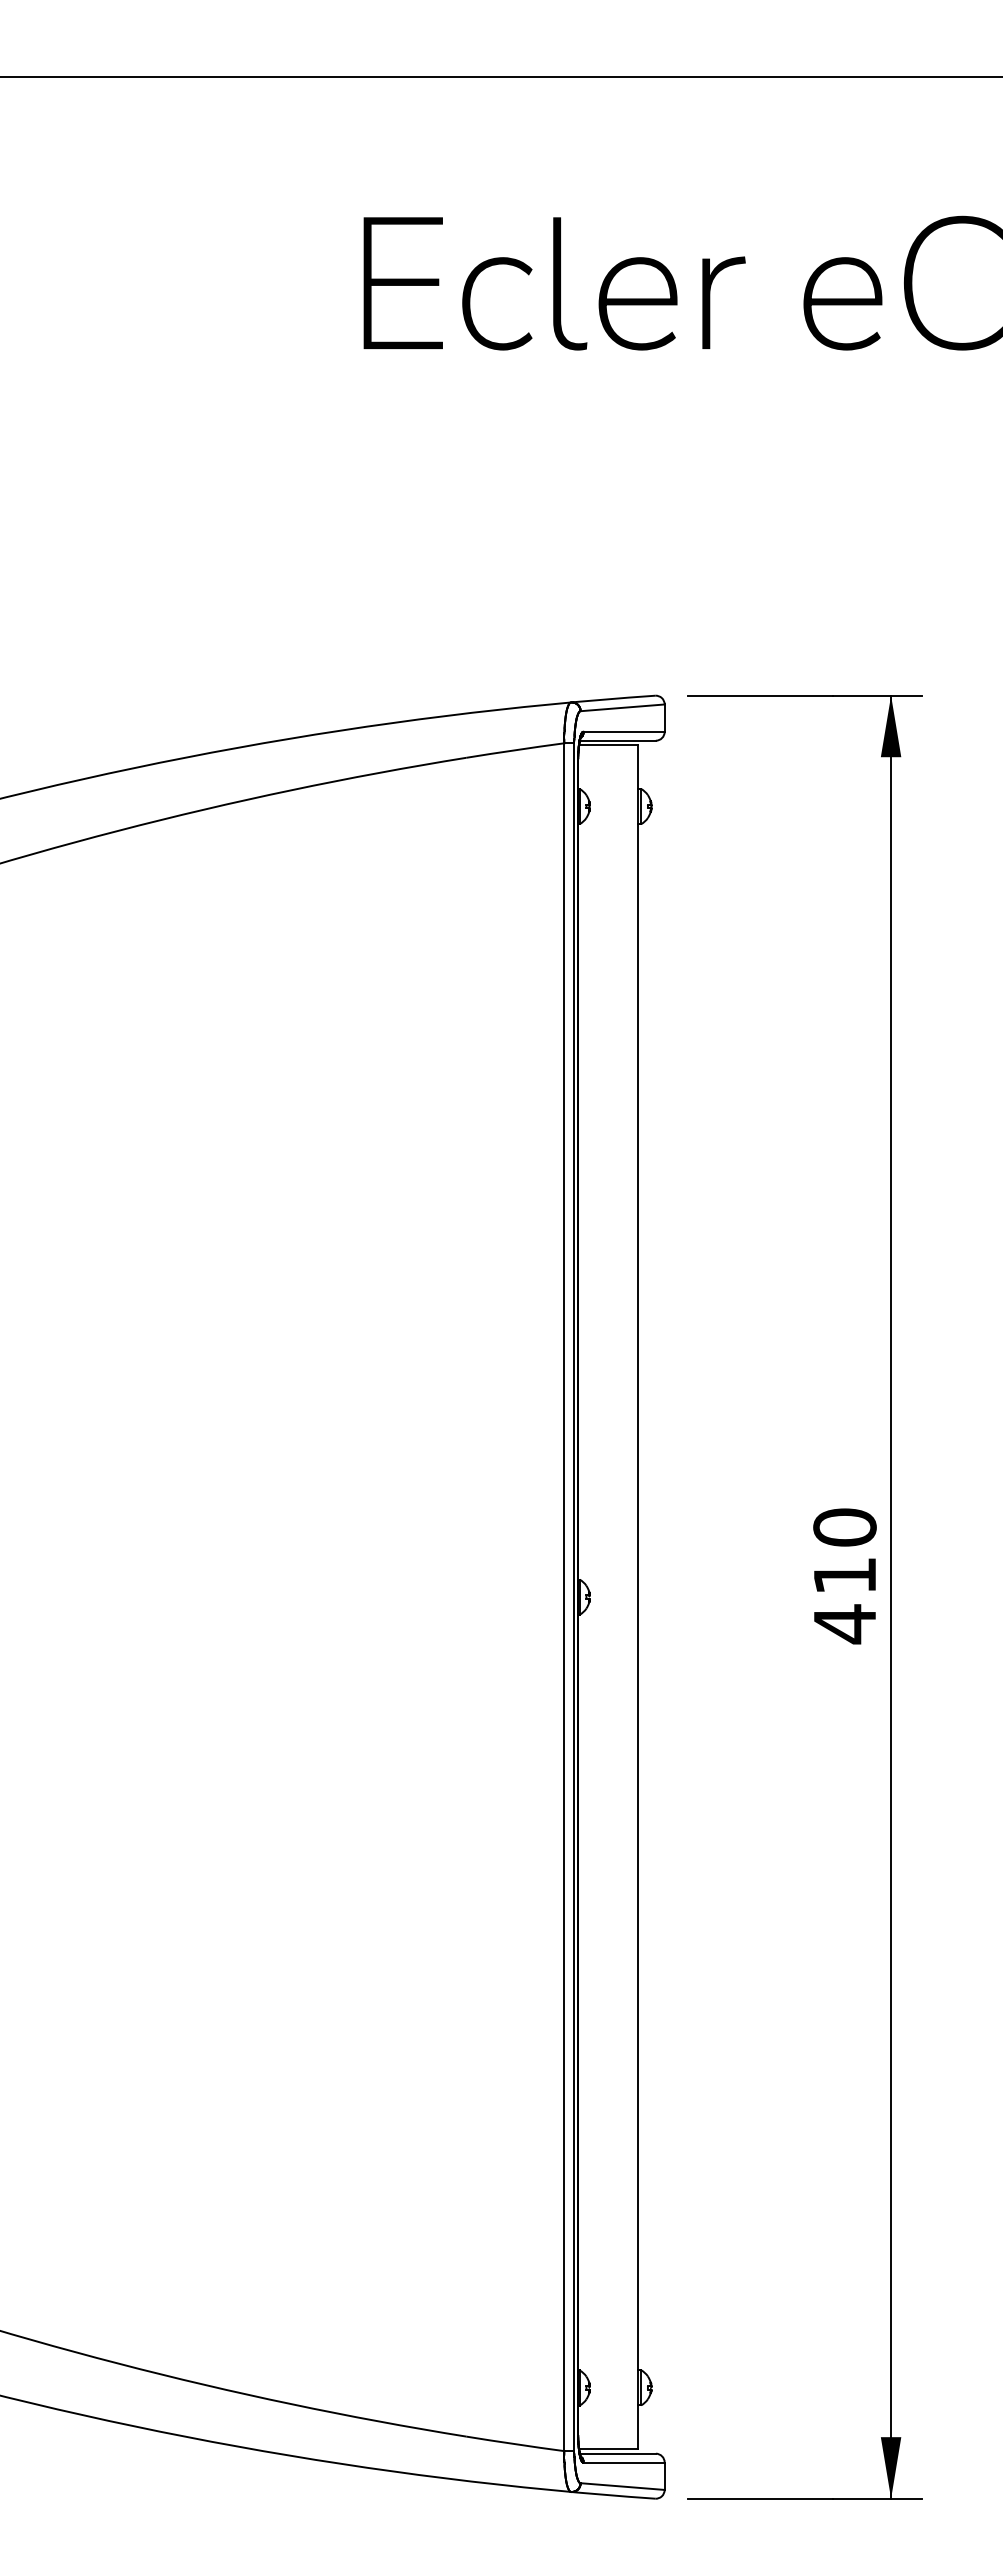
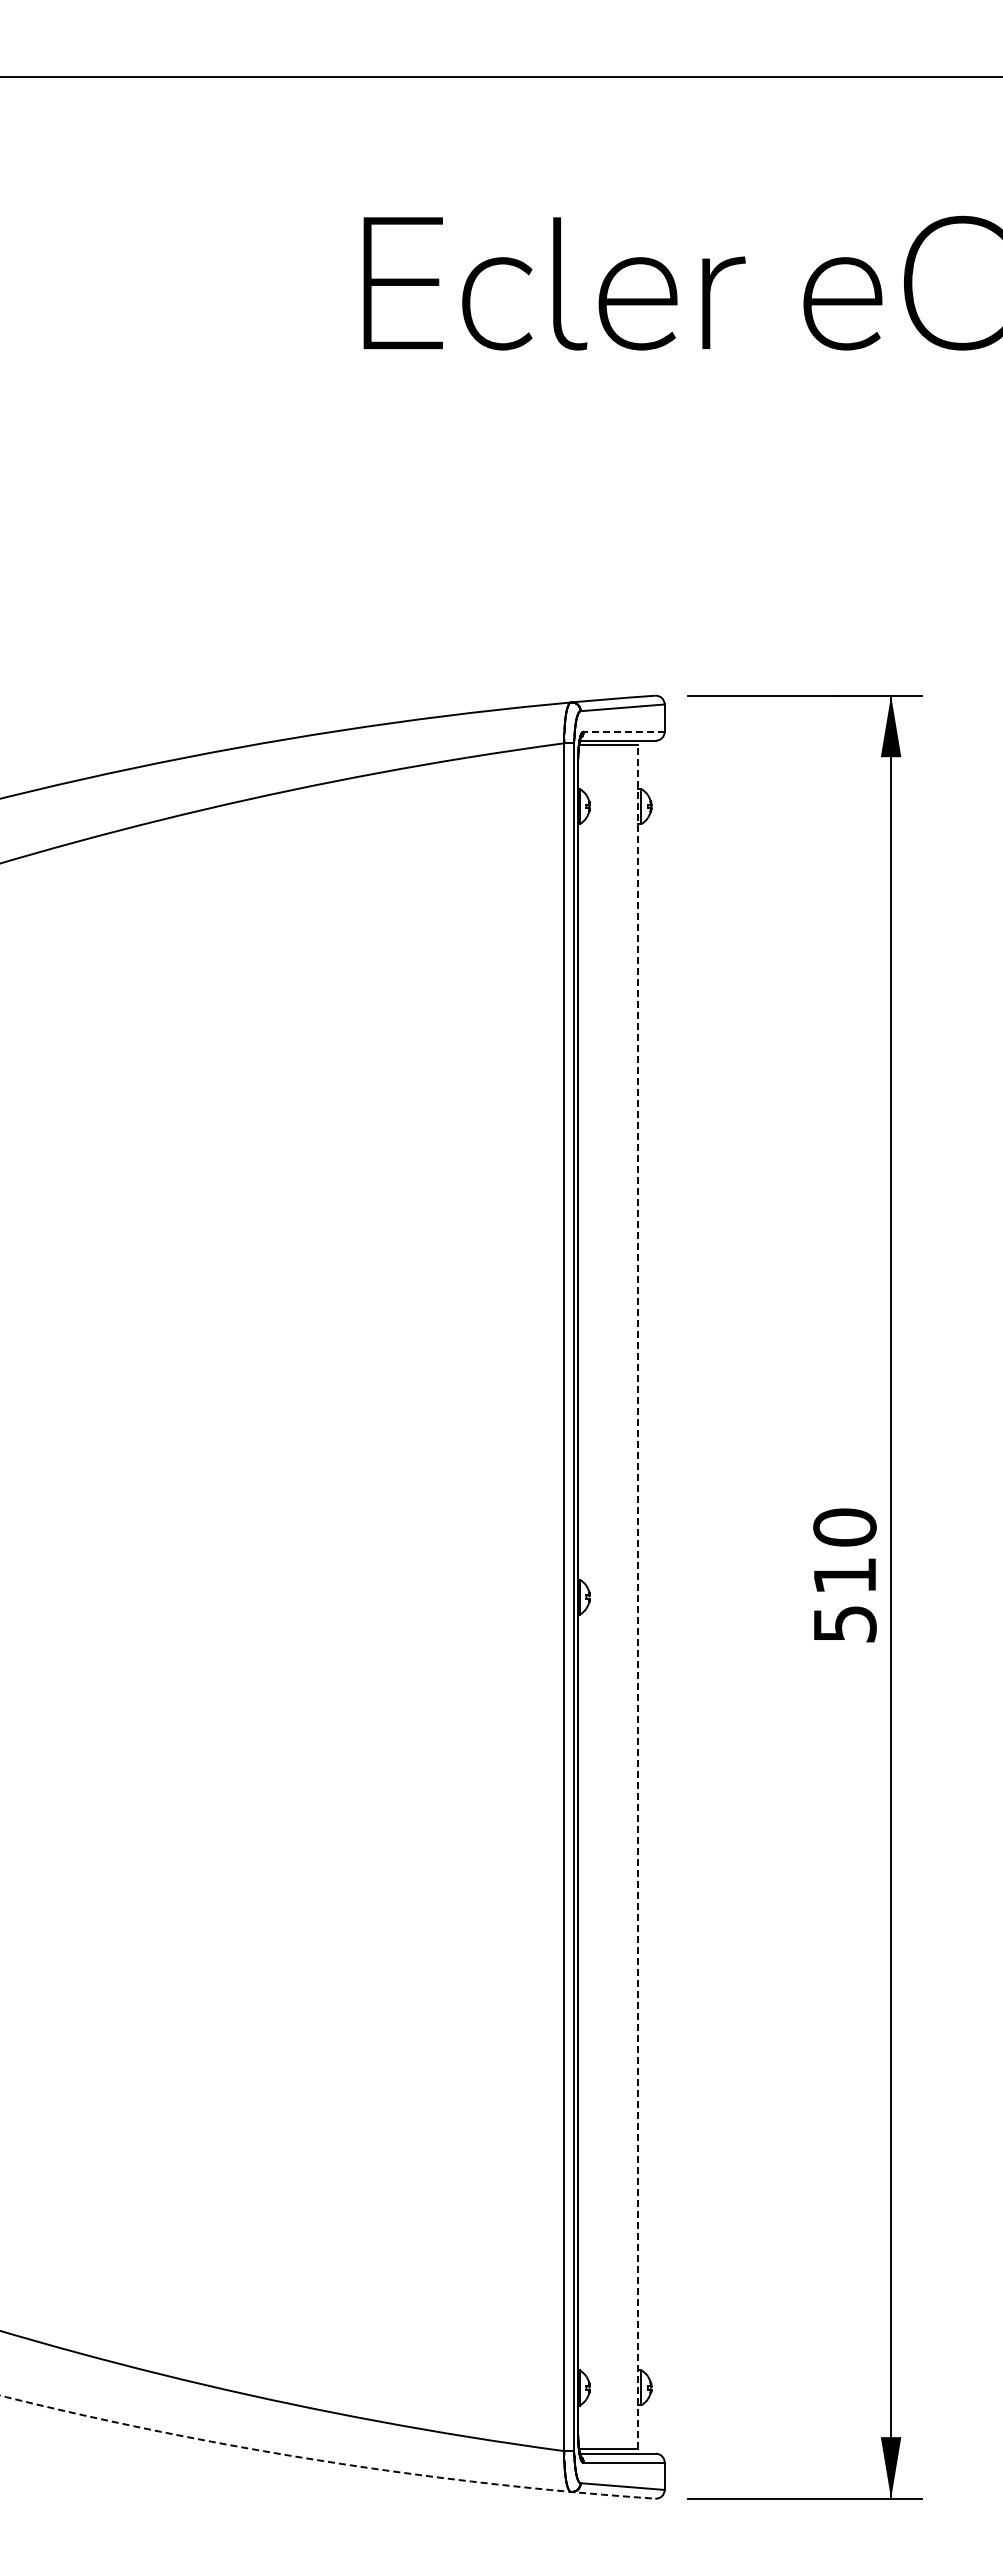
line at (624, 731): solid -> dashed
line at (638, 1596): solid -> dashed
text at (845, 1624): 410 -> 510
arc at (325, 2461): solid -> dashed
